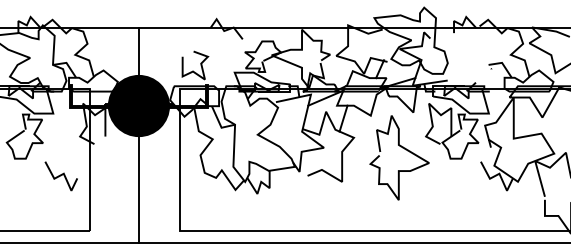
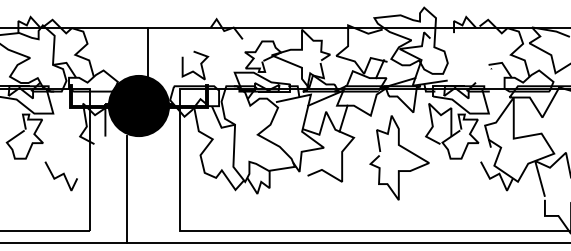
line at (138, 51) position: (138, 51) -> (147, 51)
line at (138, 189) position: (138, 189) -> (126, 189)
